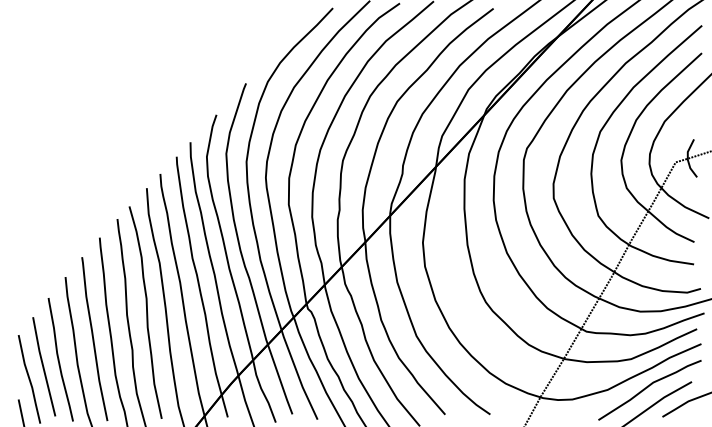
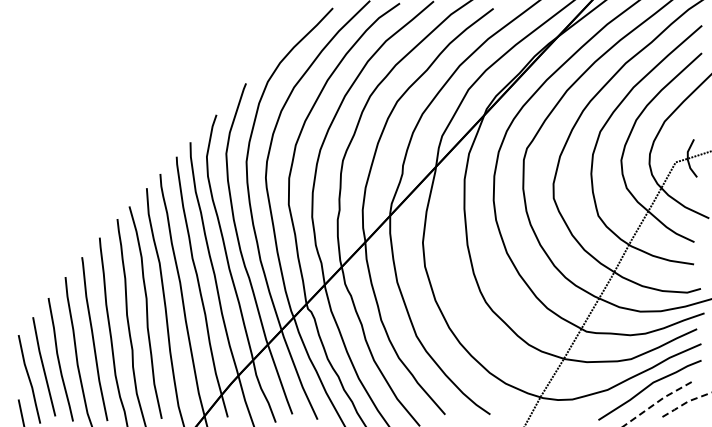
line at (656, 402): solid -> dashed
line at (686, 402): solid -> dashed
